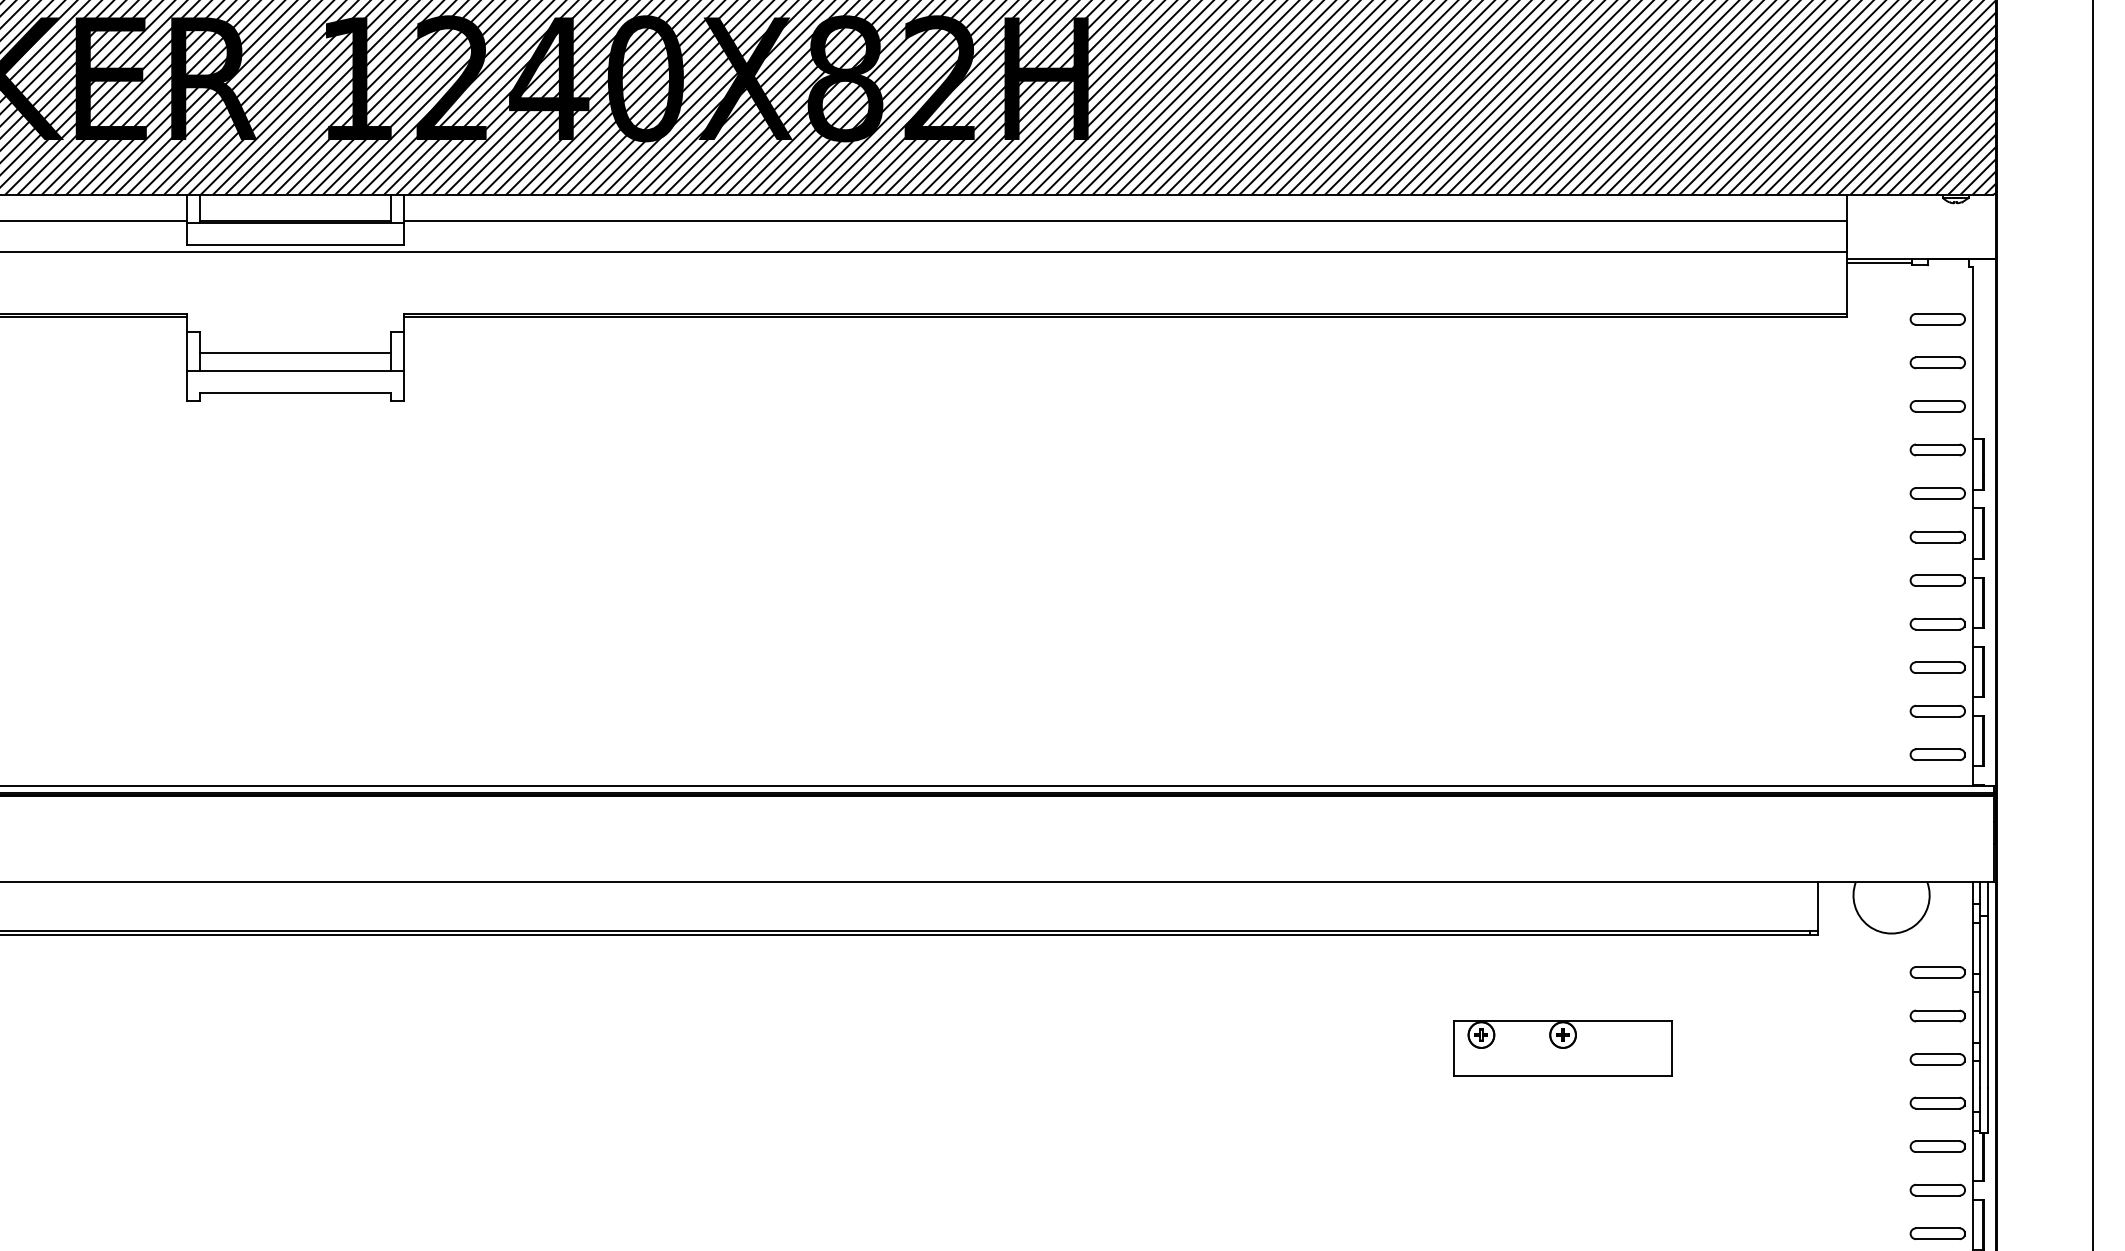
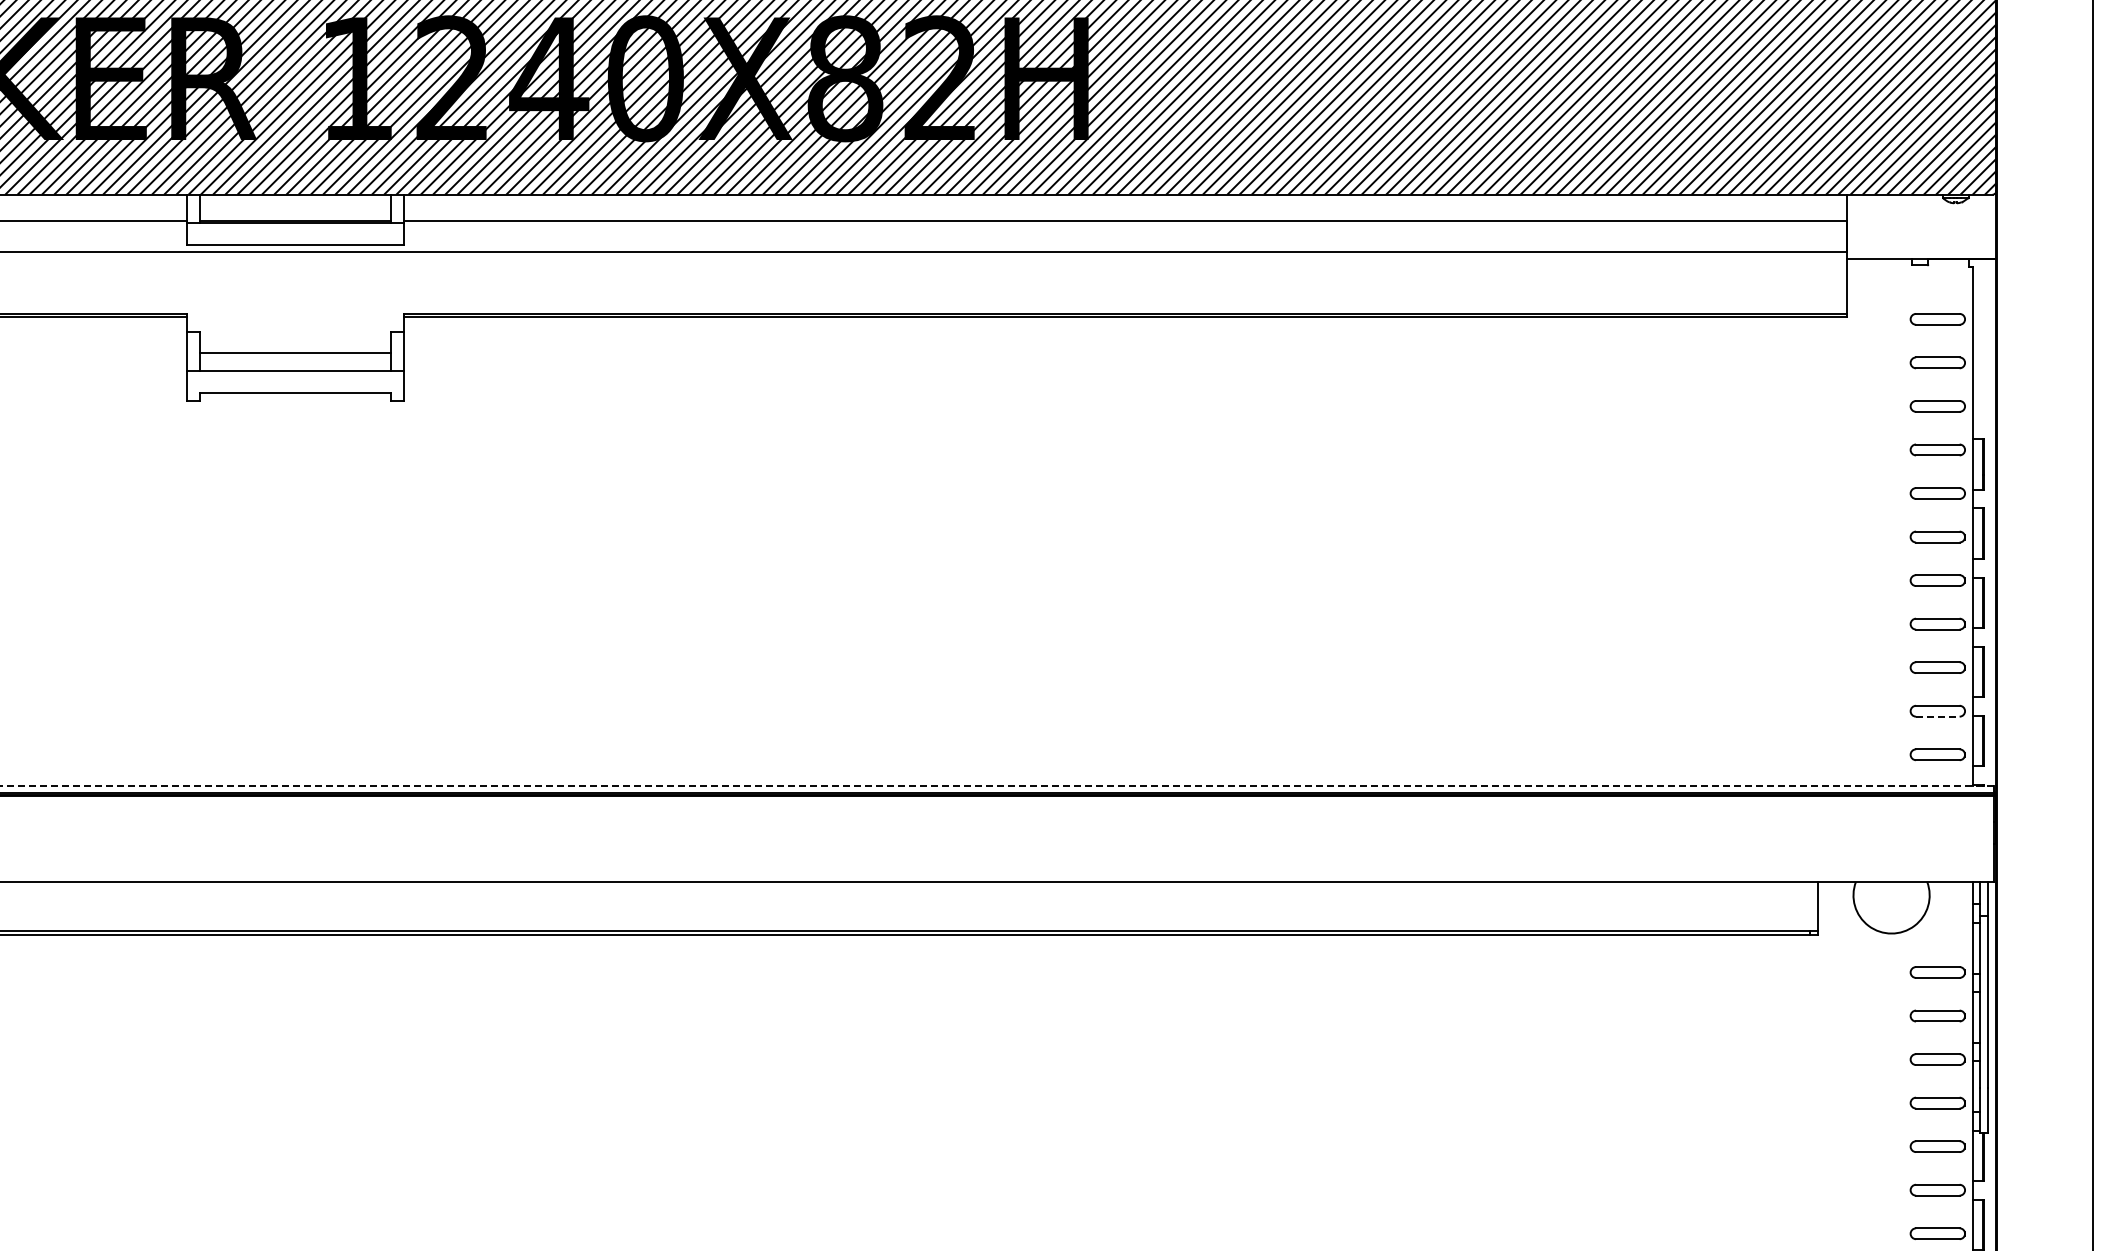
line at (1878, 262): present -> none
line at (1937, 716): solid -> dashed
line at (996, 786): solid -> dashed
part at (1562, 1048): present -> none
